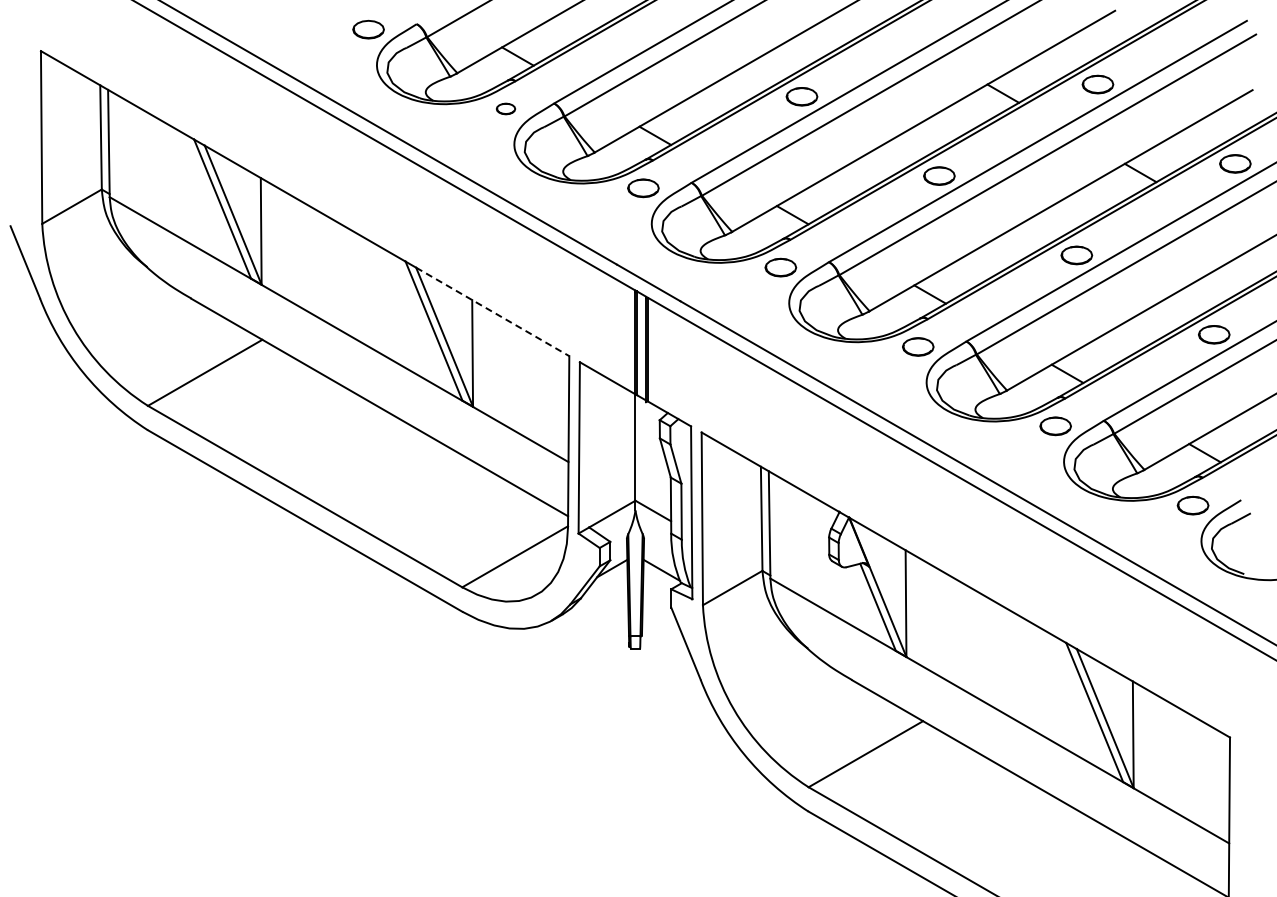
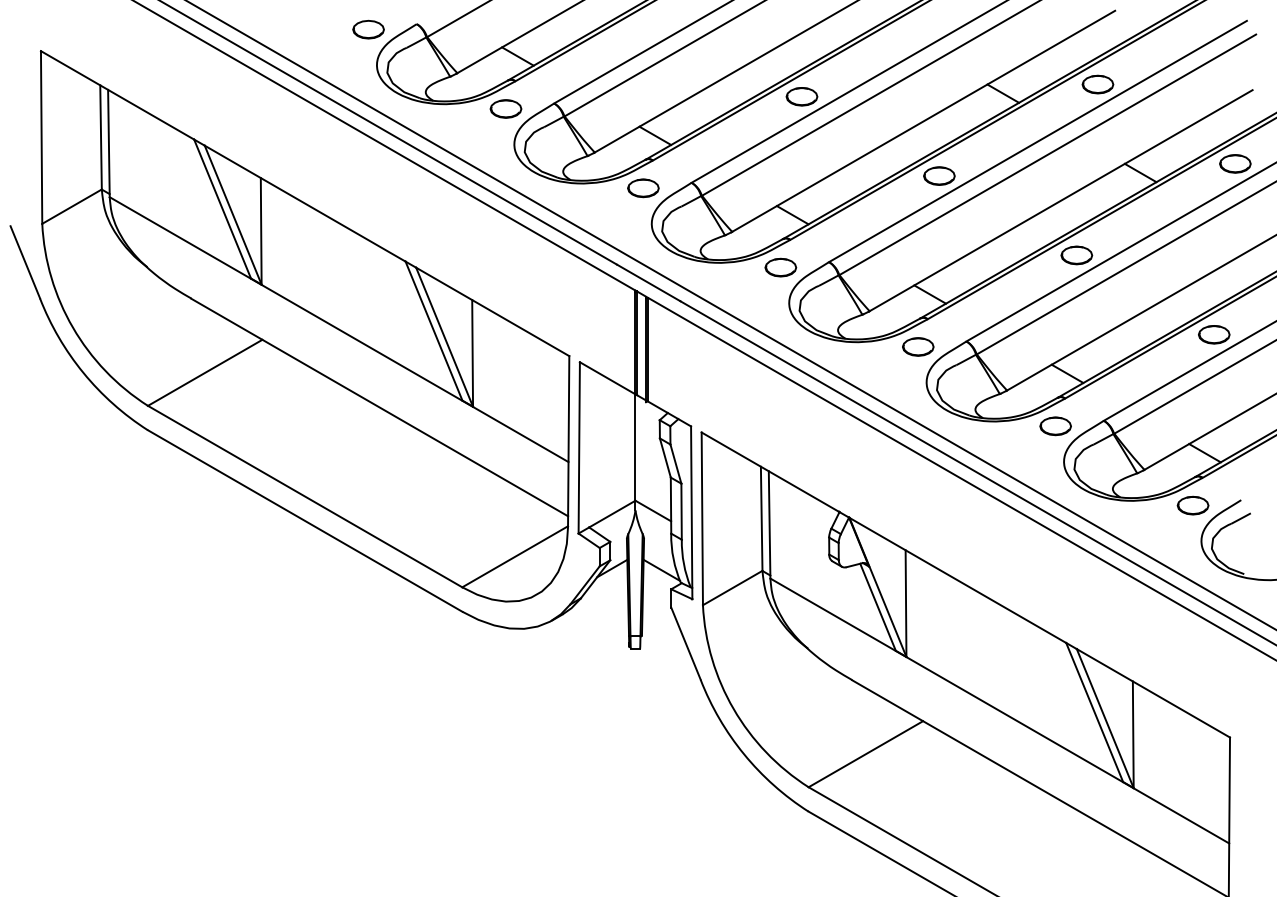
part at (505, 108) size: 20x14 px -> 34x20 px
line at (493, 312): dashed -> solid
line at (730, 315): none -> present
